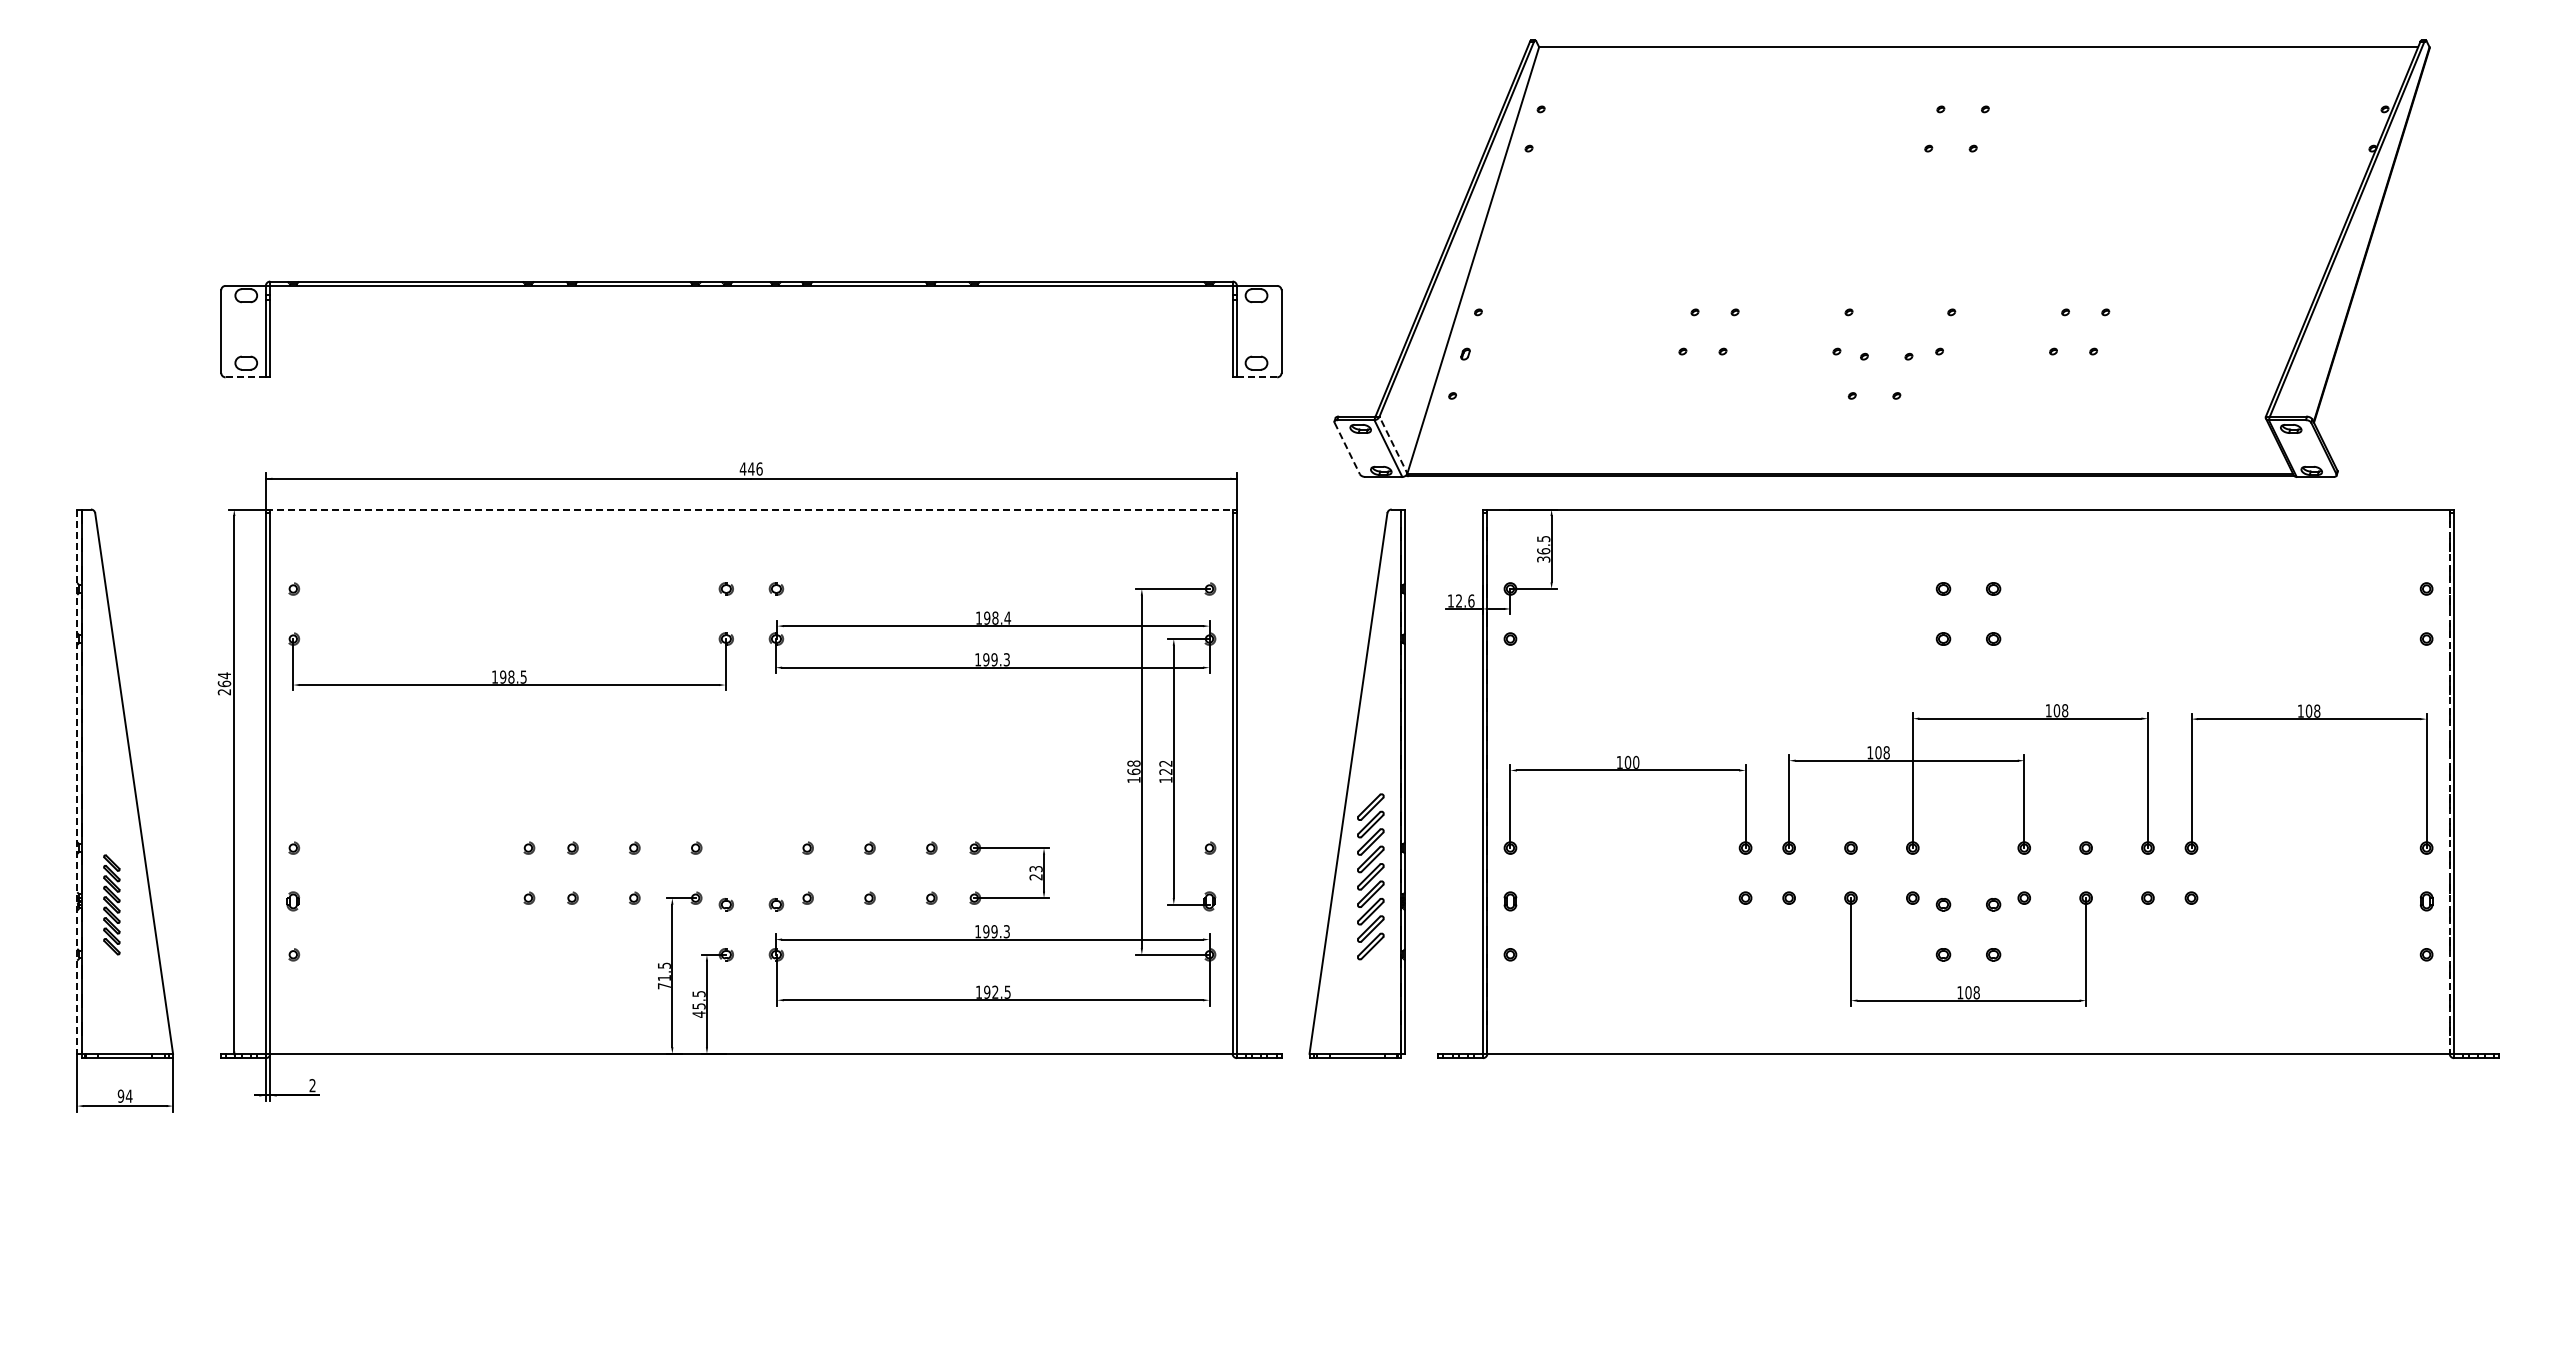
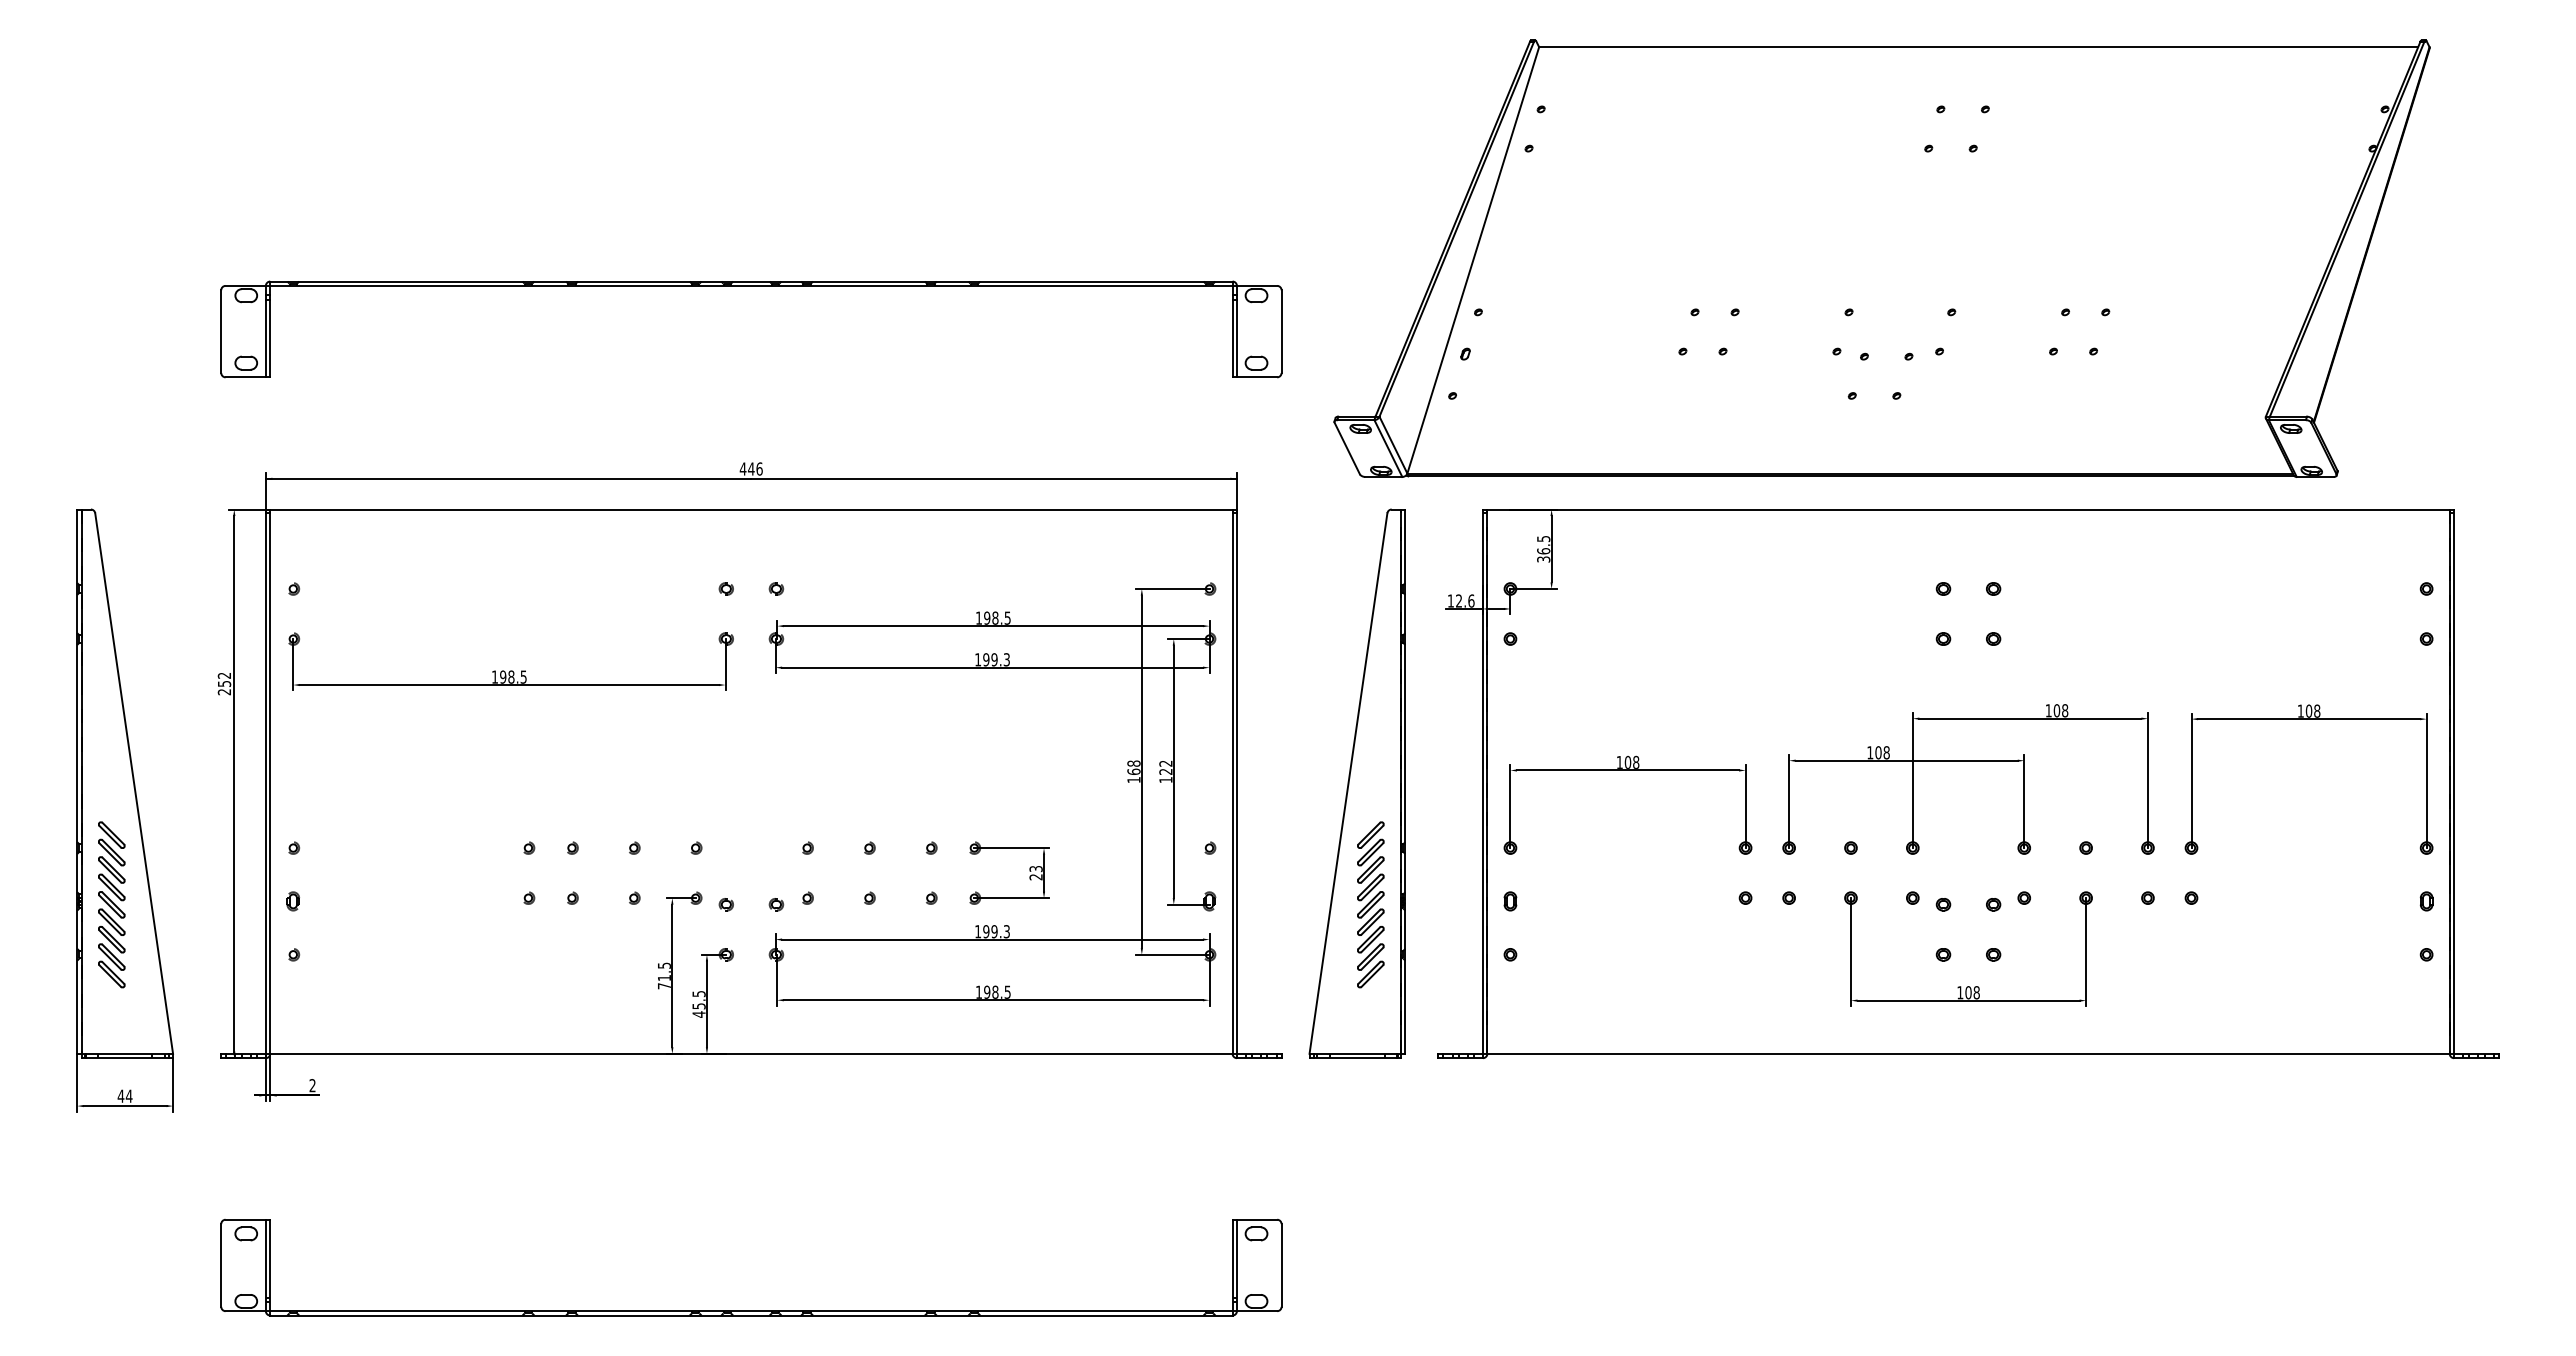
line at (245, 377): dashed -> solid
line at (1257, 377): dashed -> solid
line at (1393, 446): dashed -> solid
line at (1347, 448): dashed -> solid
line at (751, 509): dashed -> solid
text at (1007, 617): 198.4 -> 198.5
text at (224, 679): 264 -> 252
text at (1636, 762): 100 -> 108
line at (77, 782): dashed -> solid
line at (2449, 782): dashed -> solid
part at (1370, 876) position: (1370, 876) -> (1370, 904)
part at (111, 904) size: 18x102 px -> 28x168 px
text at (995, 991): 192.5 -> 198.5
text at (120, 1095): 94 -> 44
part at (751, 1310): none -> present
